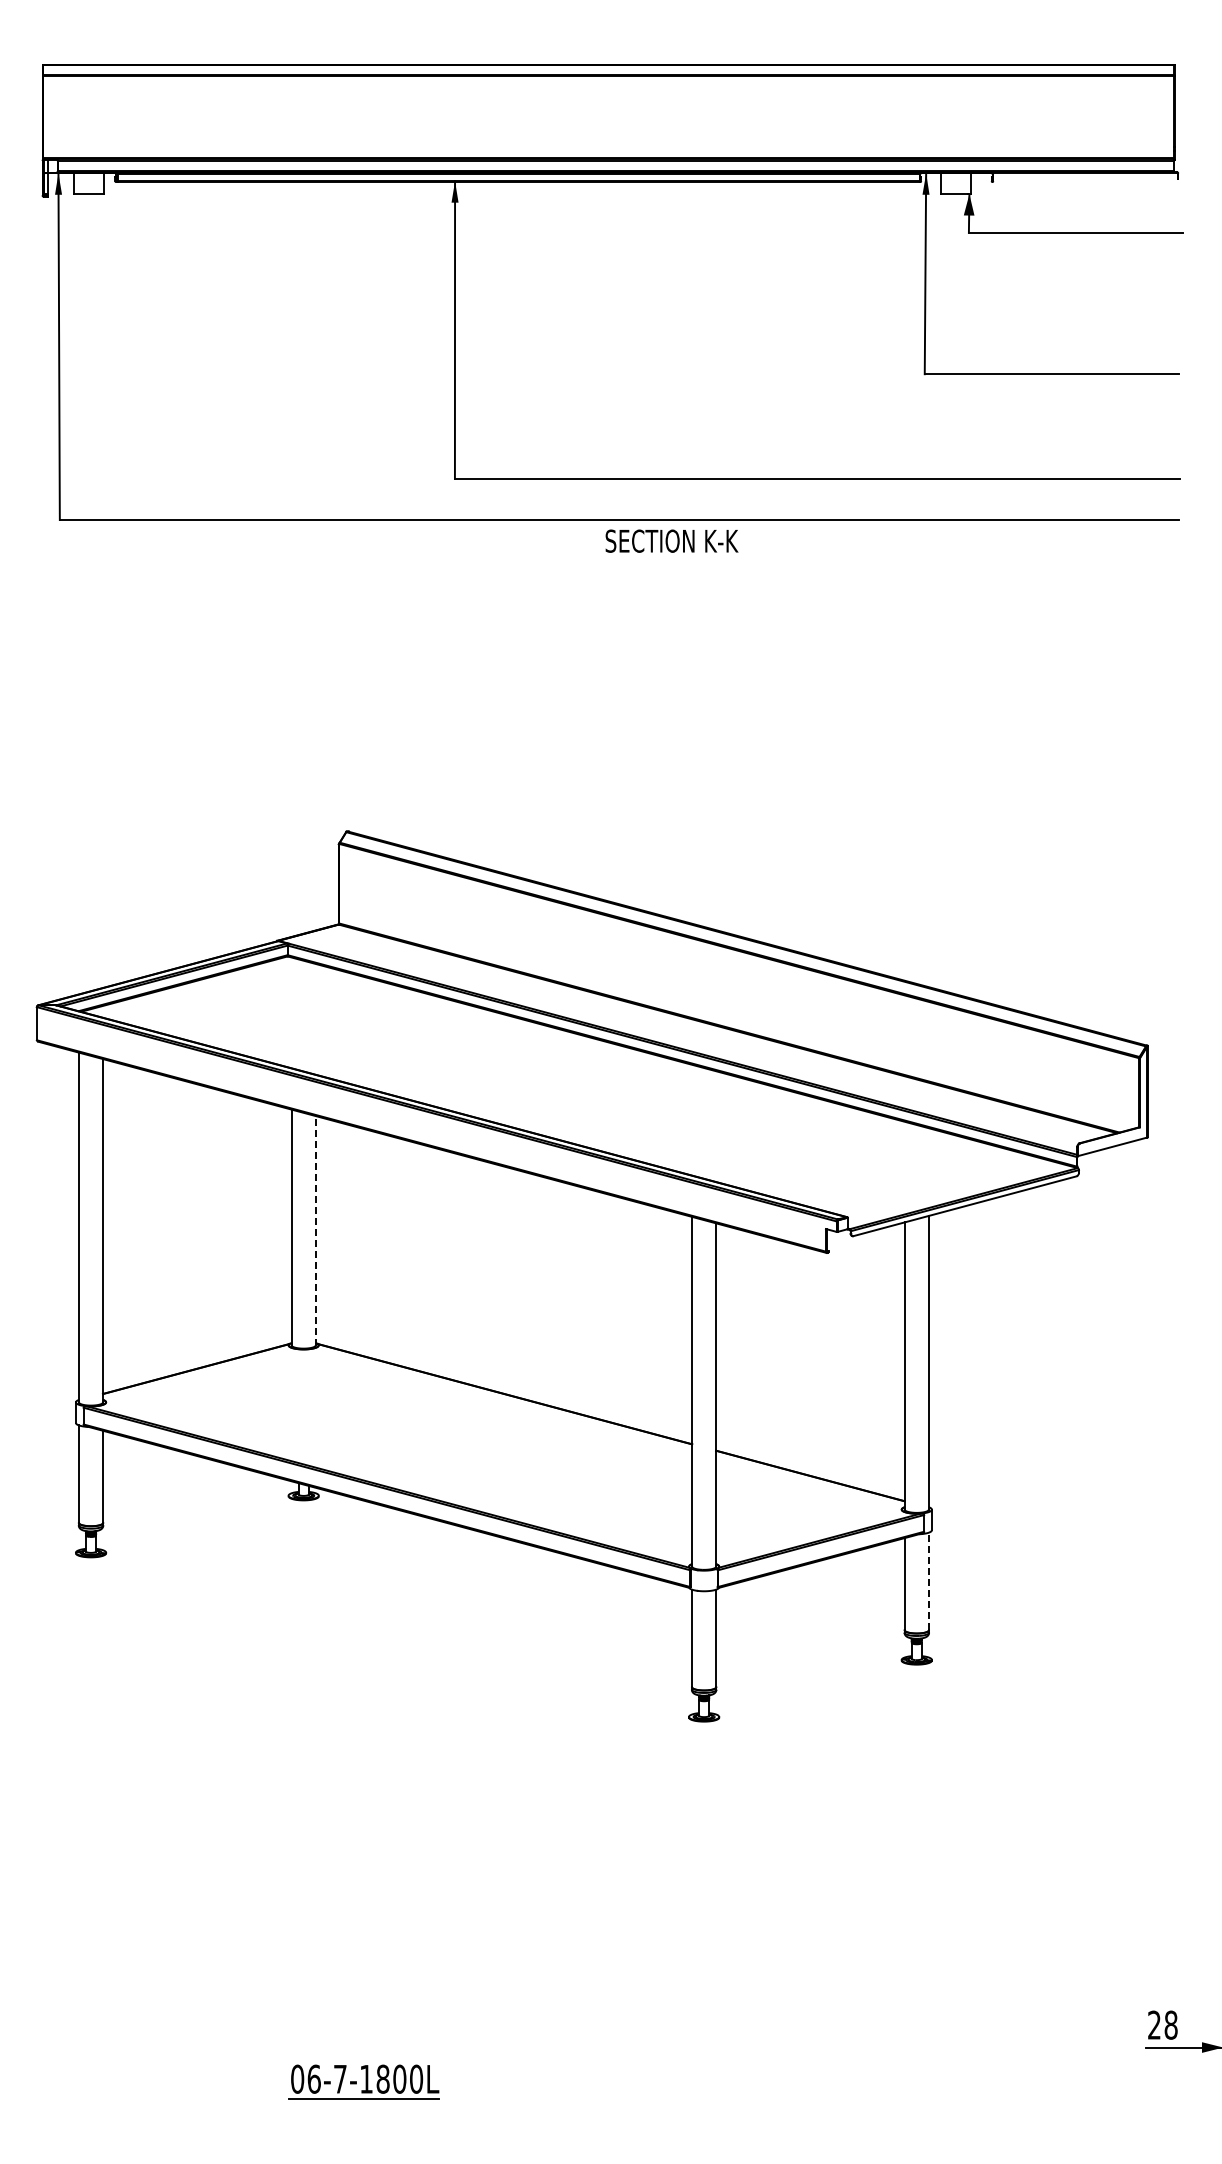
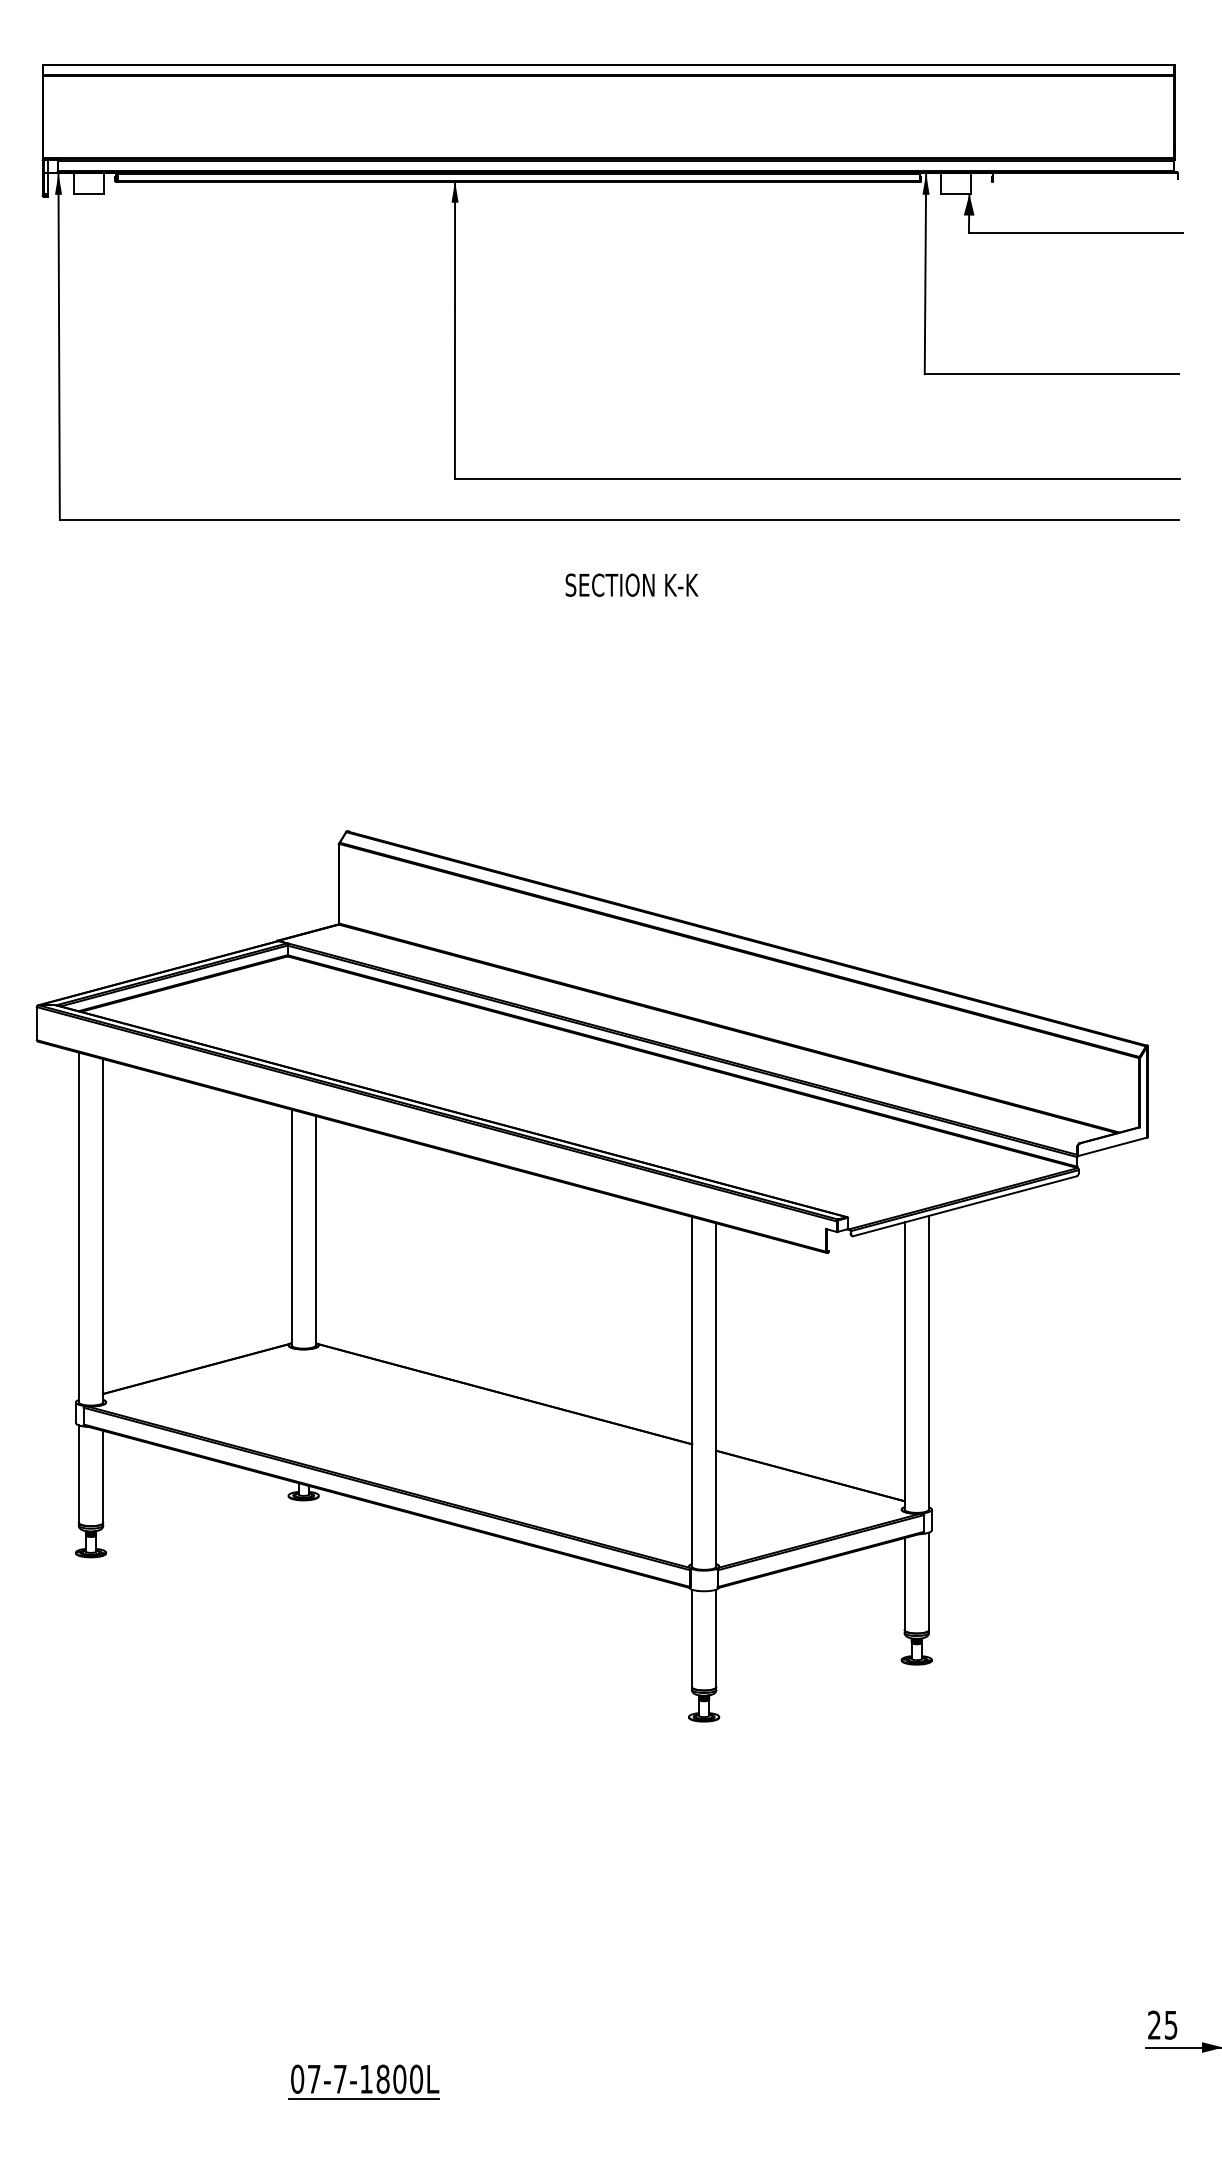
text at (671, 540) position: (671, 540) -> (631, 584)
line at (315, 1230): dashed -> solid
line at (928, 1581): dashed -> solid
text at (1170, 2024): 28 -> 25
text at (313, 2078): 06-7-1800L -> 07-7-1800L
